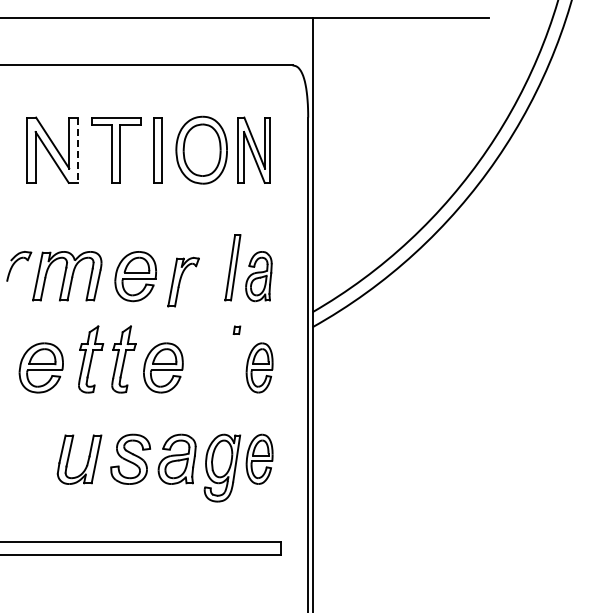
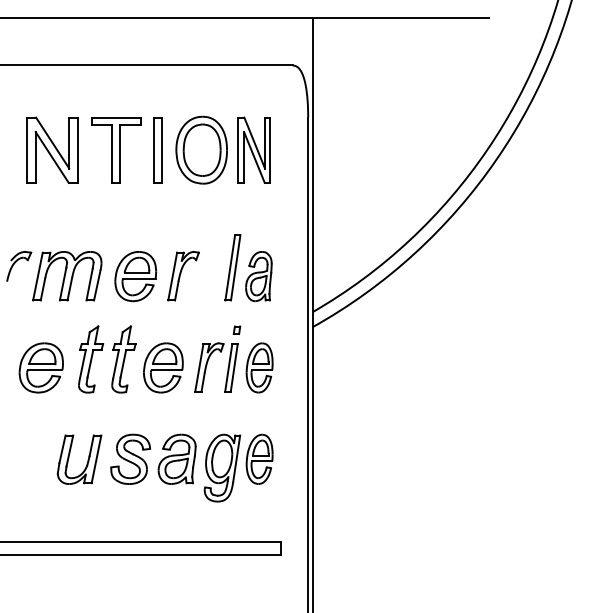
line at (77, 150): dashed -> solid
part at (183, 281) position: (183, 281) -> (183, 275)
part at (207, 365): none -> present
